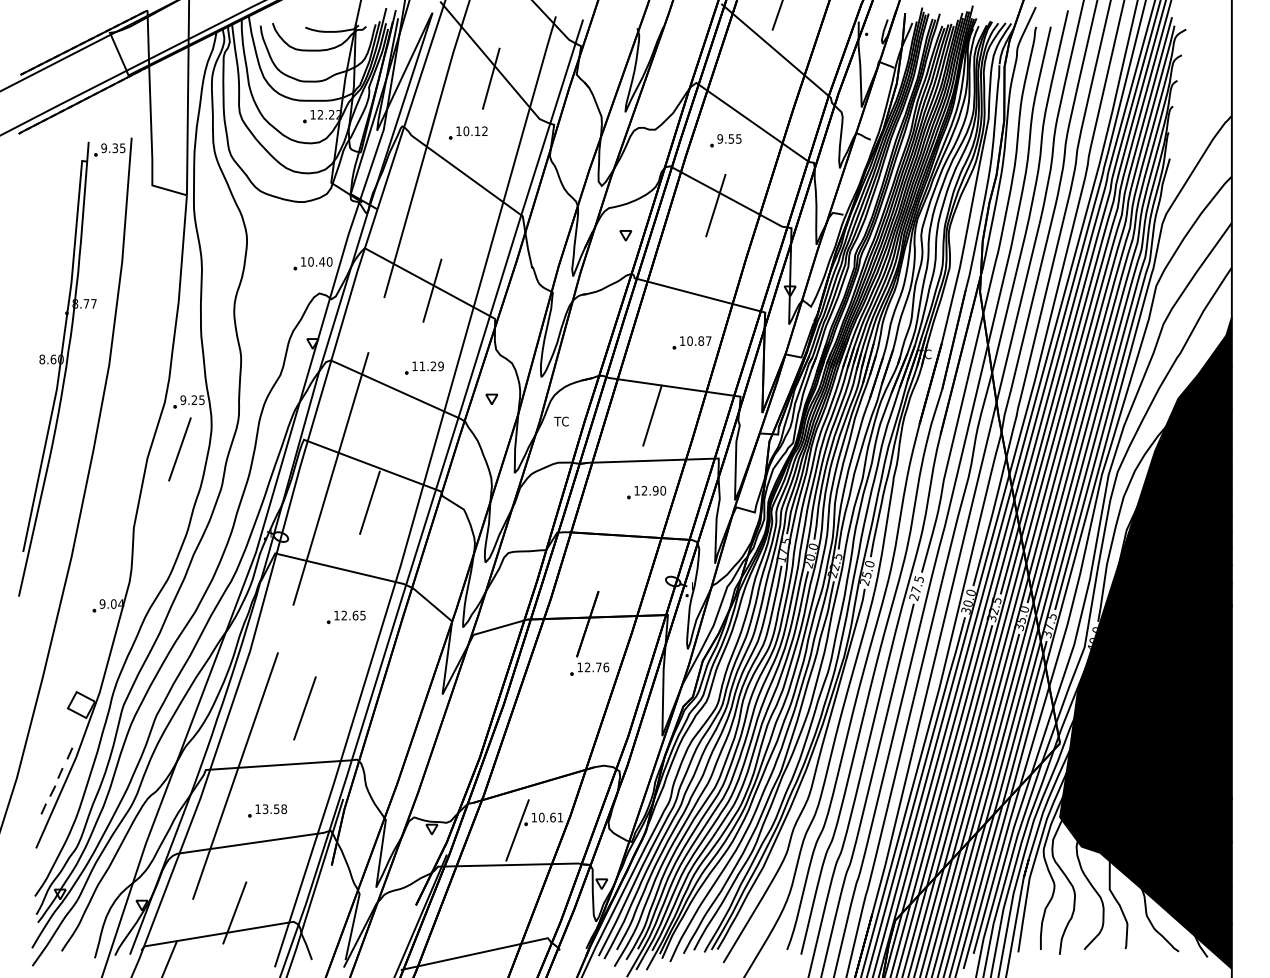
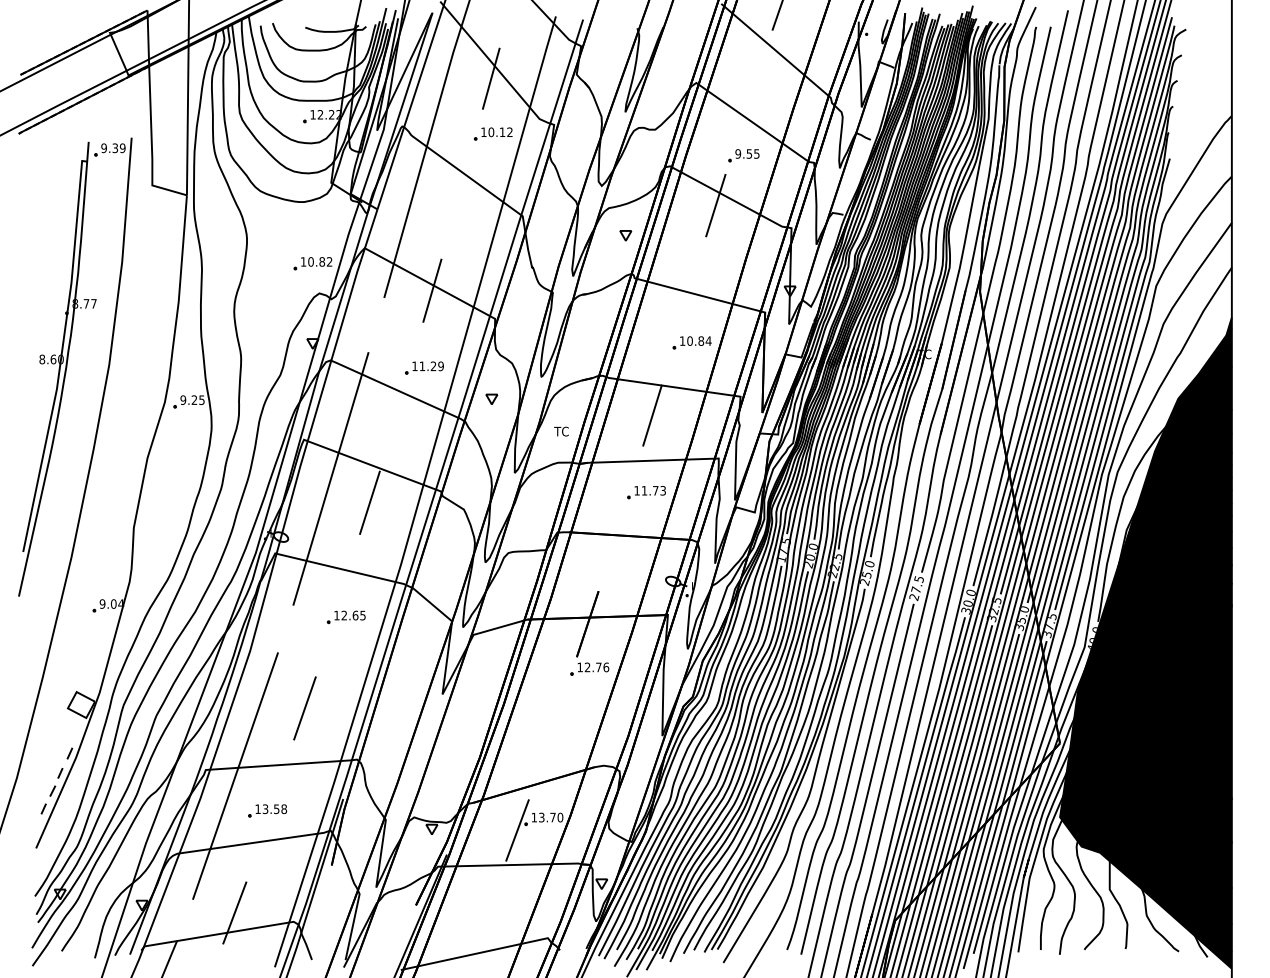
part at (468, 132) position: (468, 132) -> (493, 133)
part at (725, 140) position: (725, 140) -> (743, 155)
text at (122, 147): 9.35 -> 9.39
text at (325, 261): 10.40 -> 10.82
text at (708, 340): 10.87 -> 10.84
text at (561, 421) position: (561, 421) -> (561, 431)
line at (179, 449): present -> none
text at (653, 490): 12.90 -> 11.73
text at (550, 817): 10.61 -> 13.70
